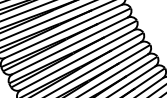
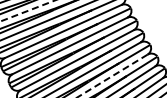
line at (27, 11): solid -> dashed
line at (111, 76): solid -> dashed
